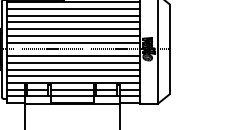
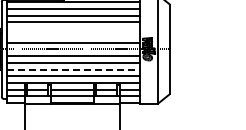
line at (73, 29): present -> none
line at (73, 35): present -> none
line at (73, 69): solid -> dashed
